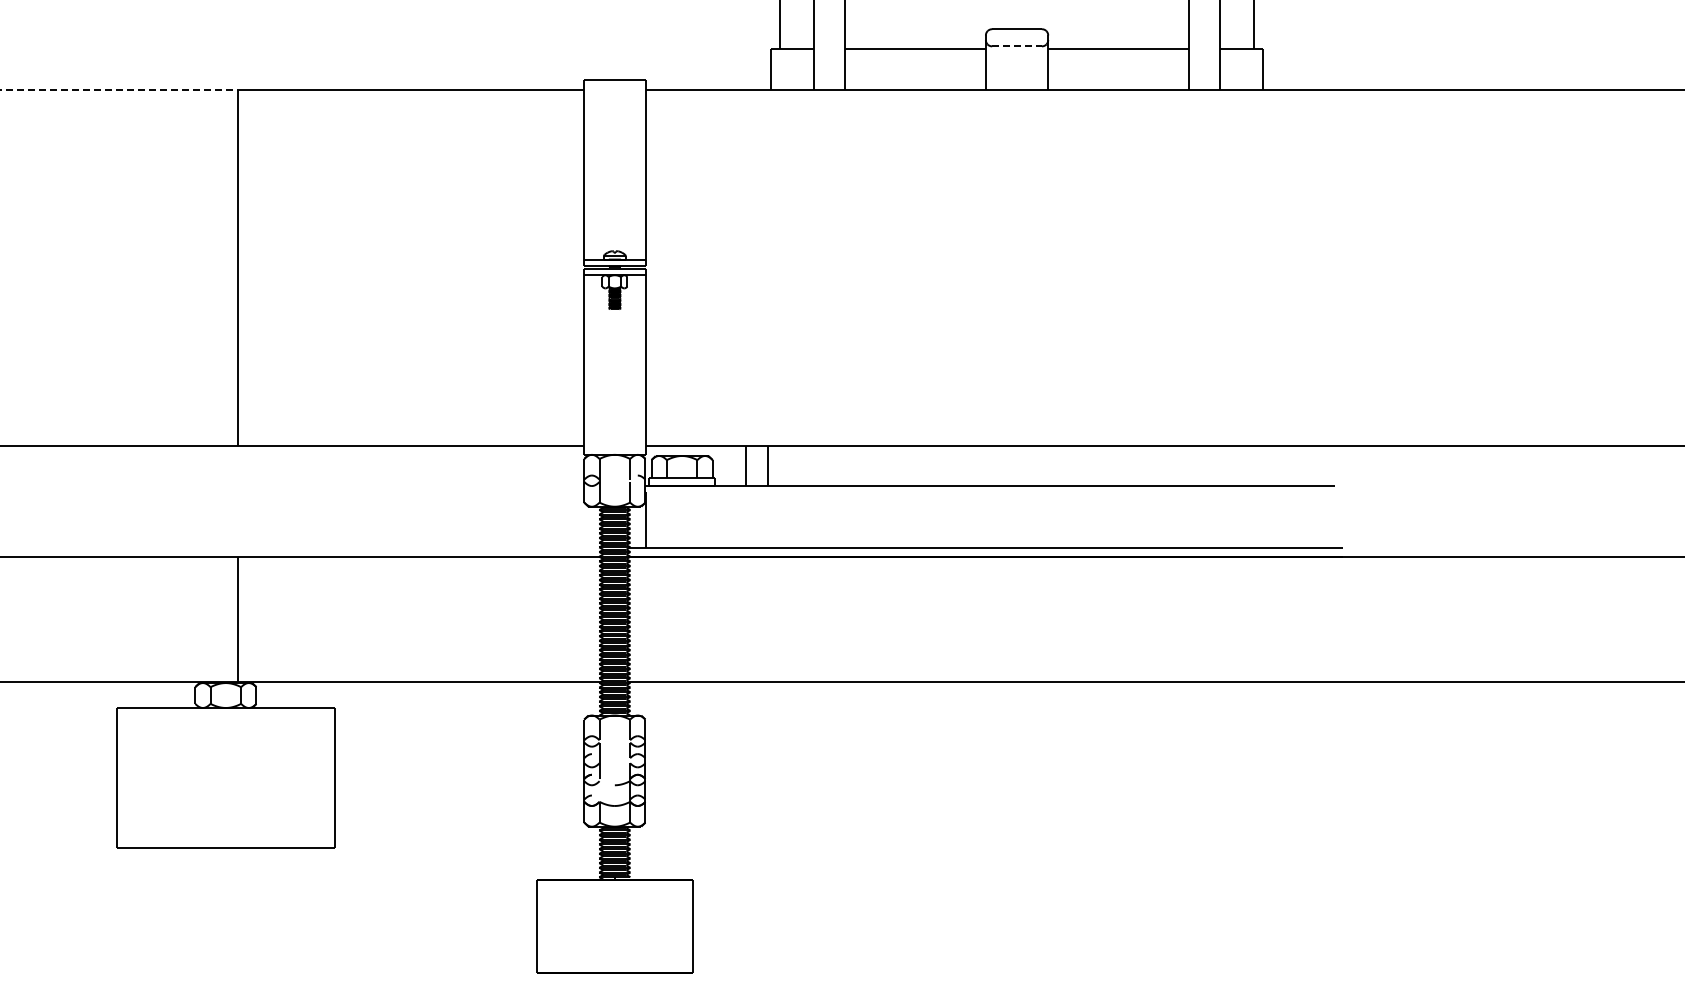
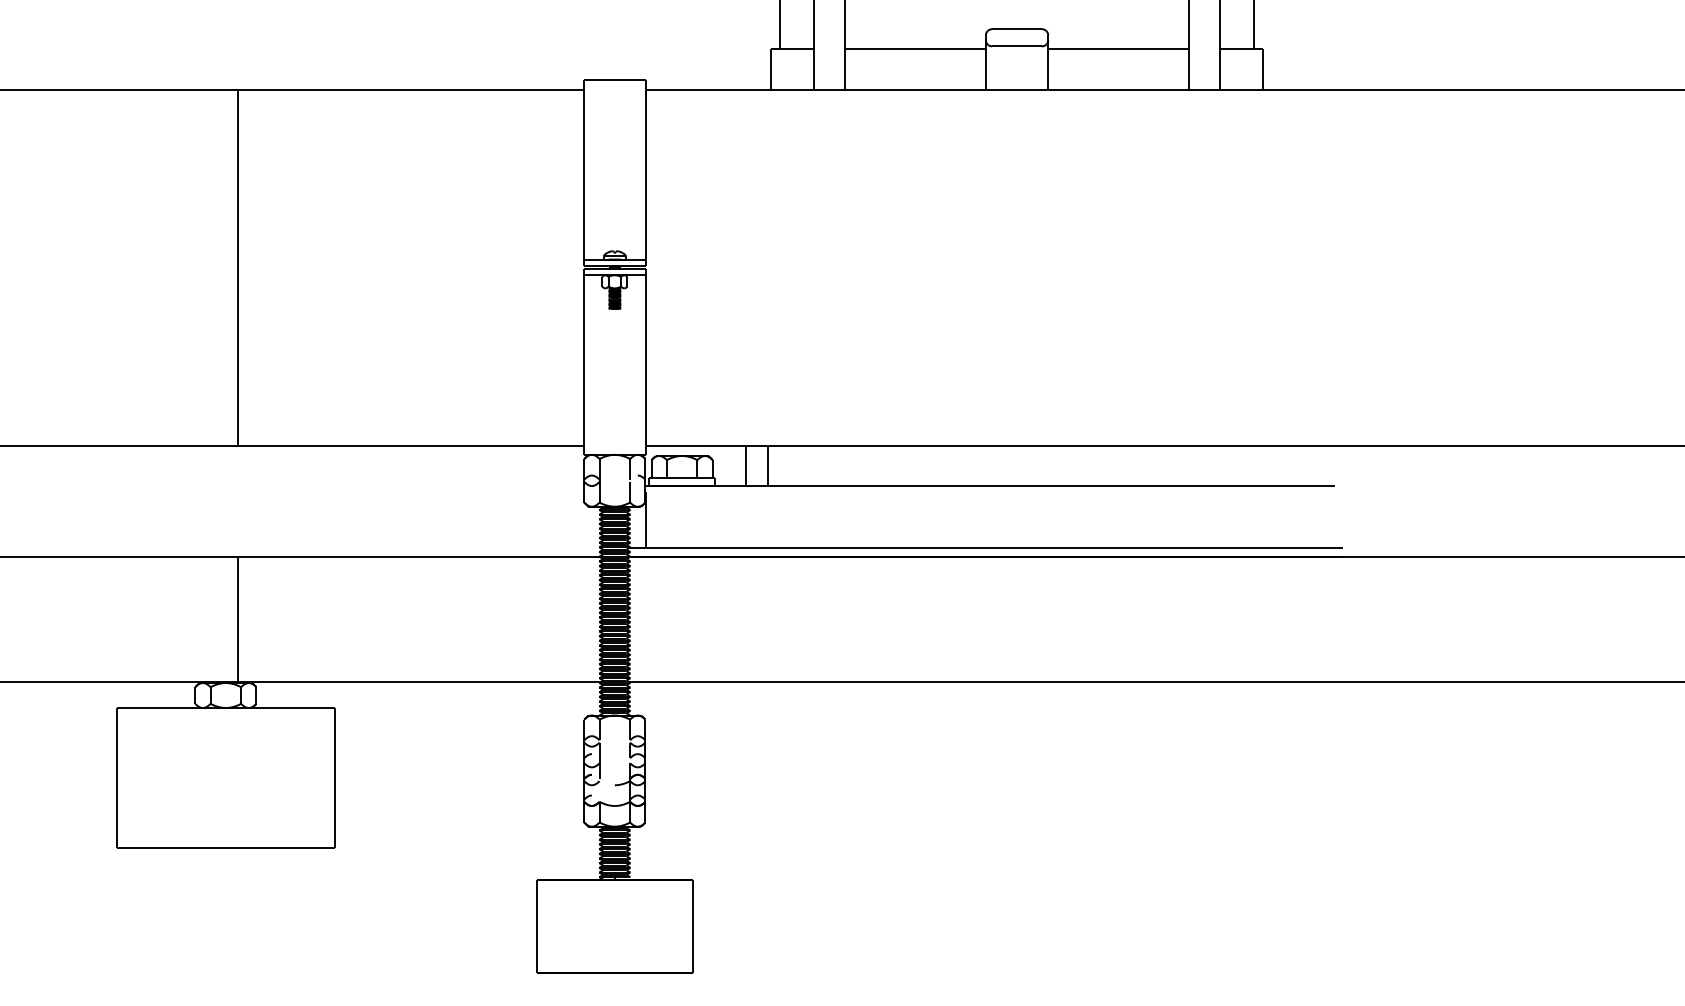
line at (1017, 46): dashed -> solid
line at (119, 89): dashed -> solid
